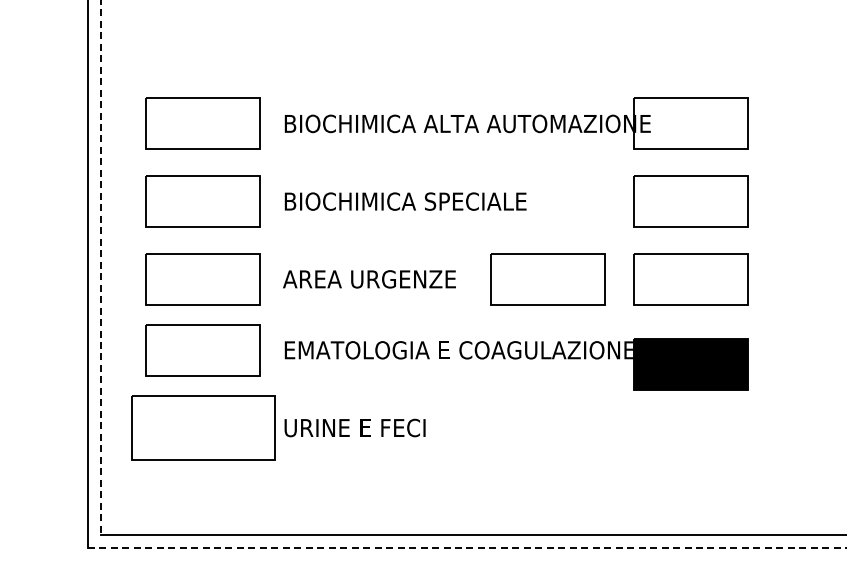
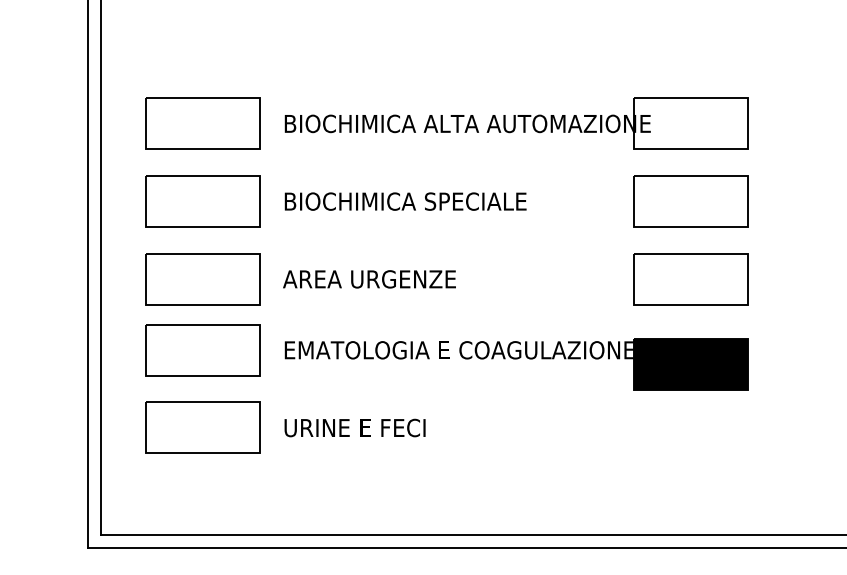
line at (101, 267): dashed -> solid
part at (547, 279): present -> none
part at (203, 427) size: 145x66 px -> 116x53 px
line at (467, 548): dashed -> solid
